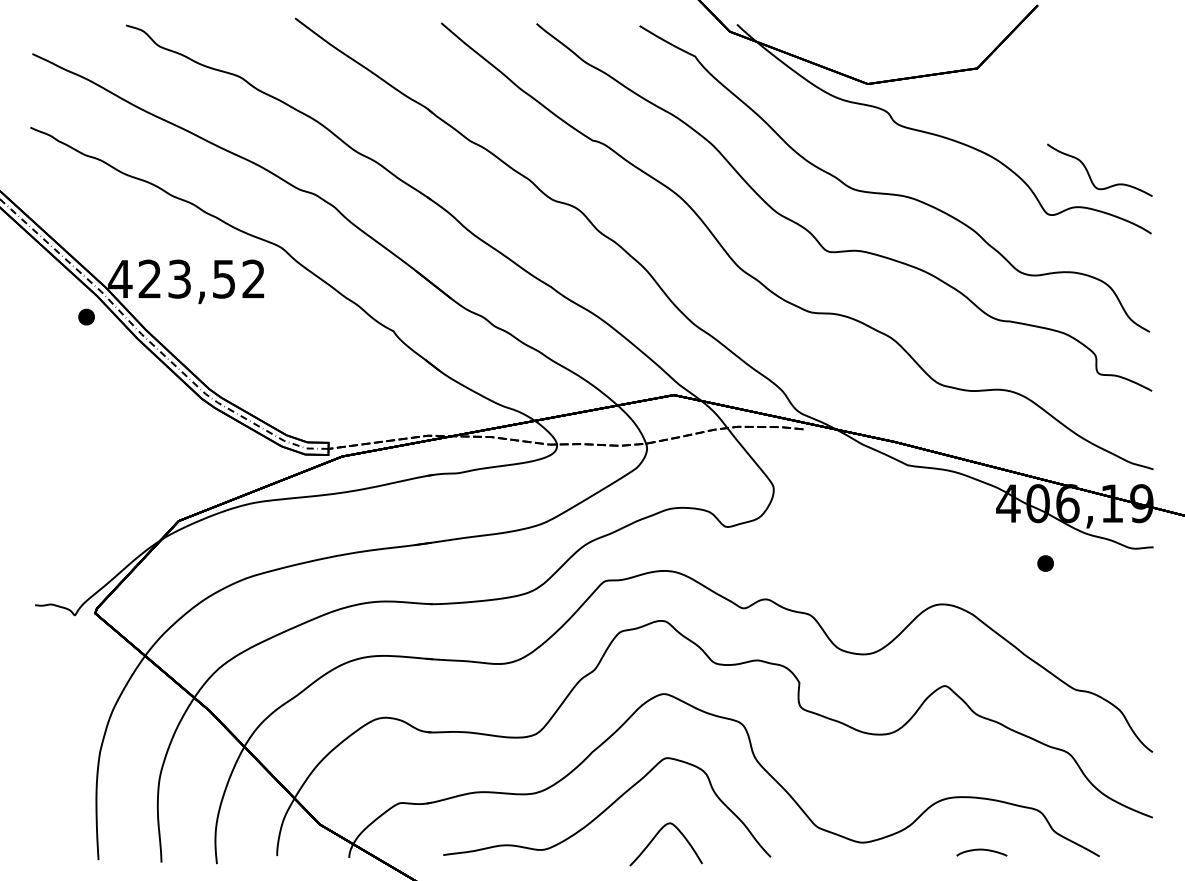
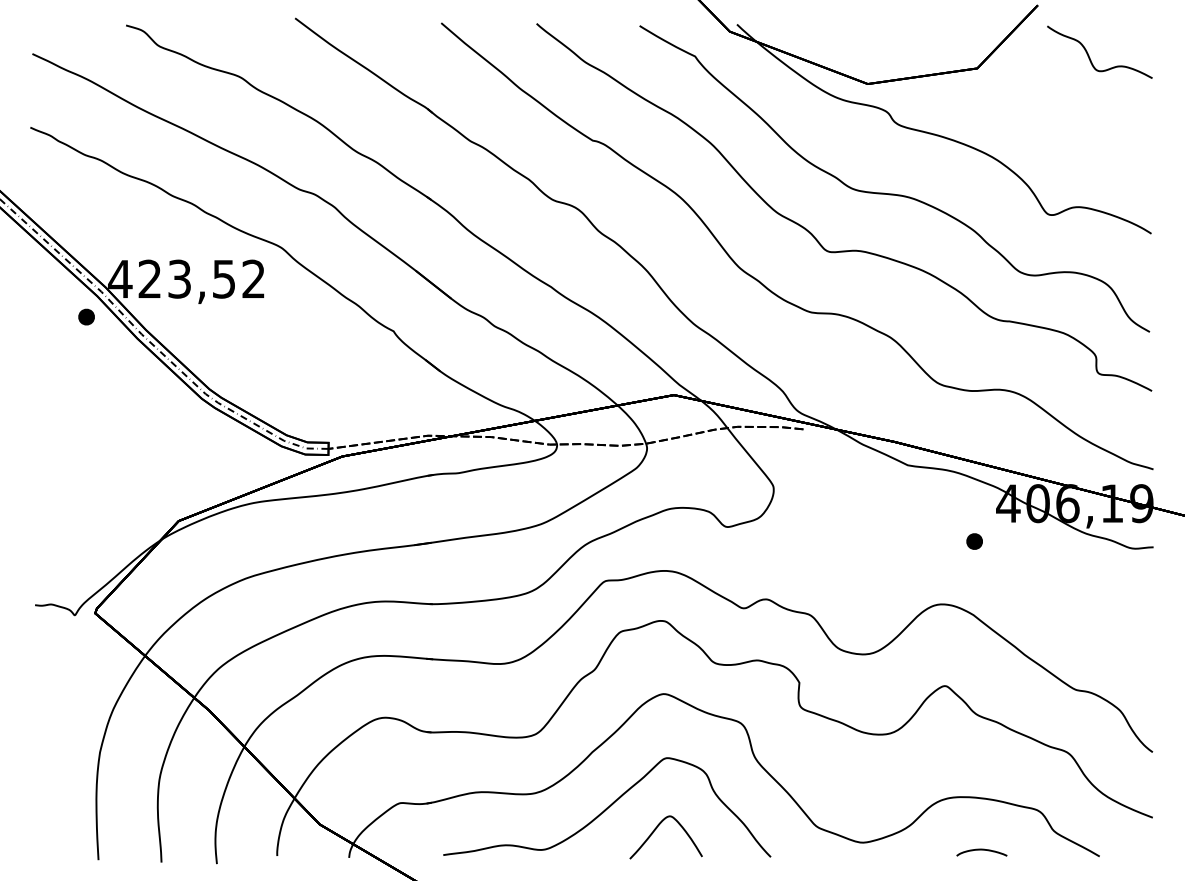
curve at (1089, 173) position: (1089, 173) -> (1089, 55)
part at (1045, 563) position: (1045, 563) -> (974, 541)
curve at (657, 835) position: (657, 835) -> (657, 828)
